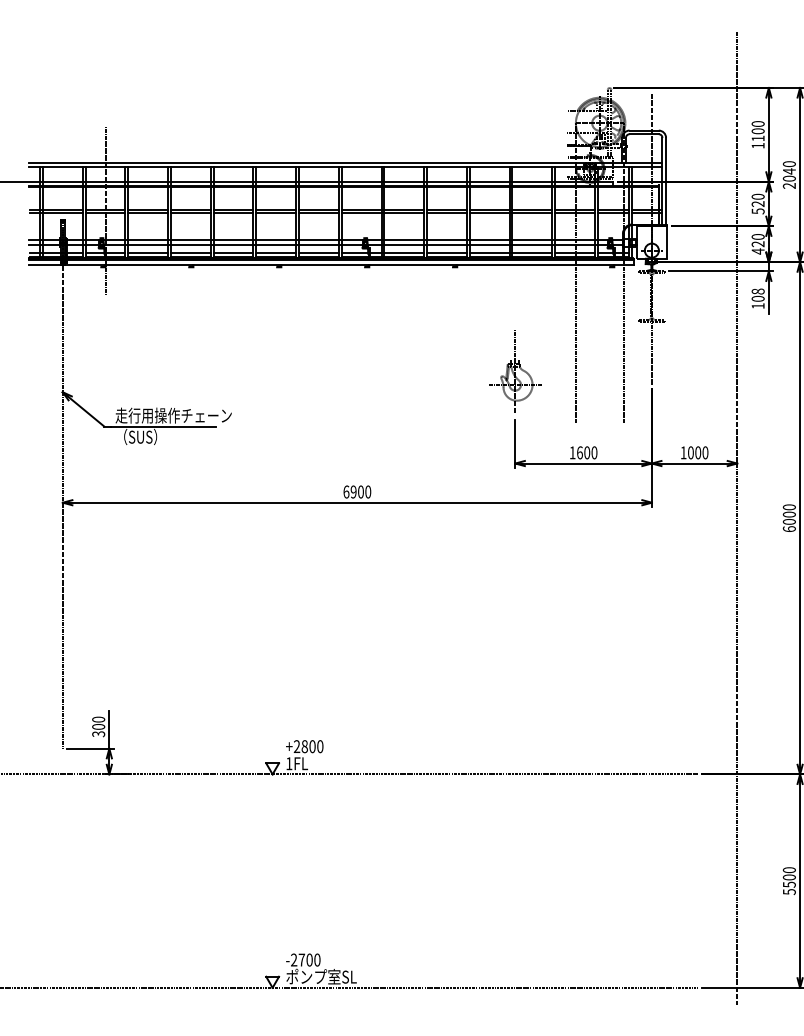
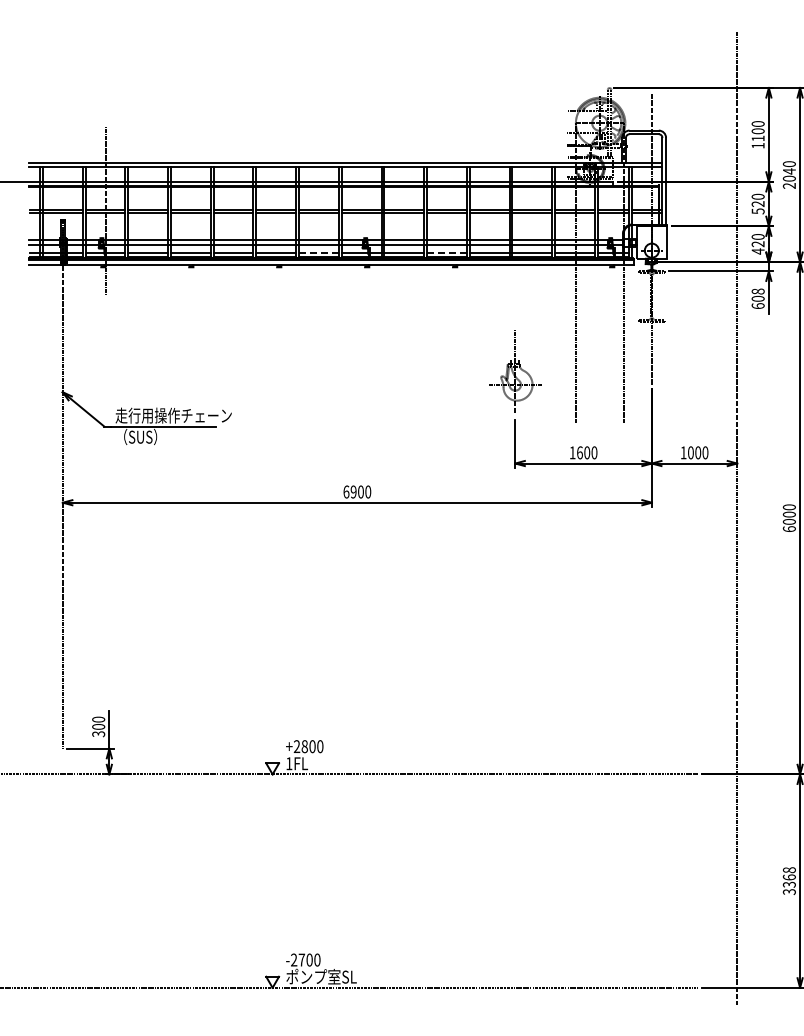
line at (318, 252): solid -> dashed
line at (446, 252): solid -> dashed
text at (757, 305): 108 -> 608
text at (788, 880): 5500 -> 3368
